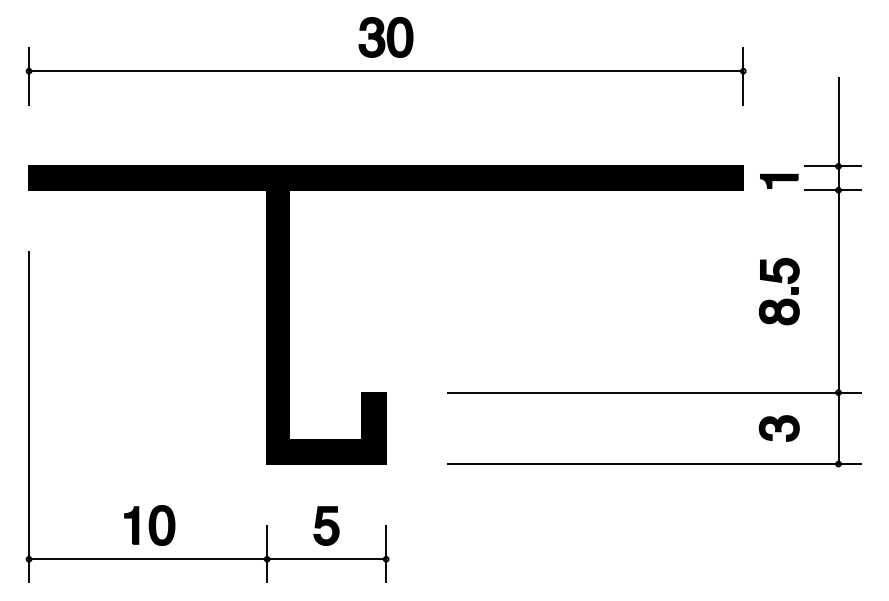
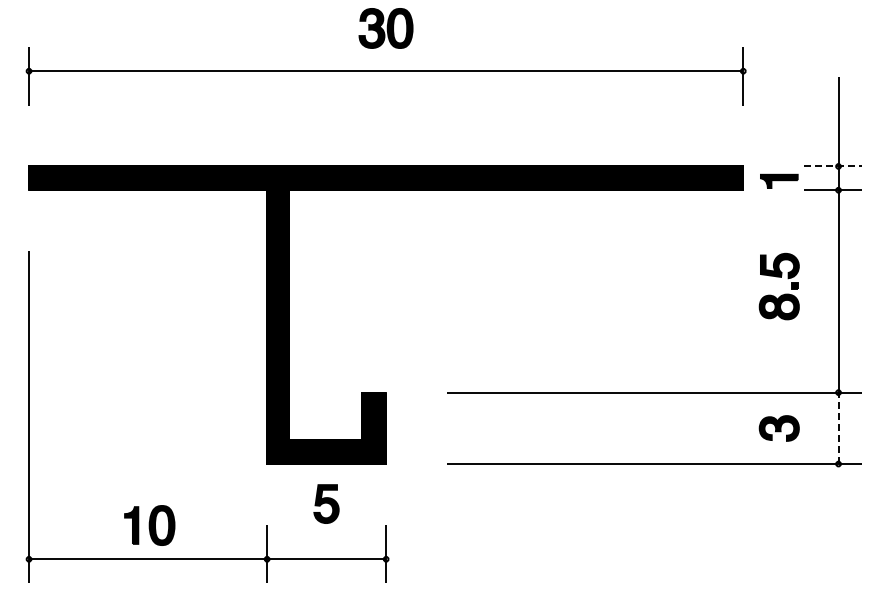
part at (385, 37) position: (385, 37) -> (385, 28)
line at (833, 166): solid -> dashed
part at (782, 299) position: (782, 299) -> (782, 294)
line at (838, 428): solid -> dashed
part at (326, 525) position: (326, 525) -> (326, 503)
